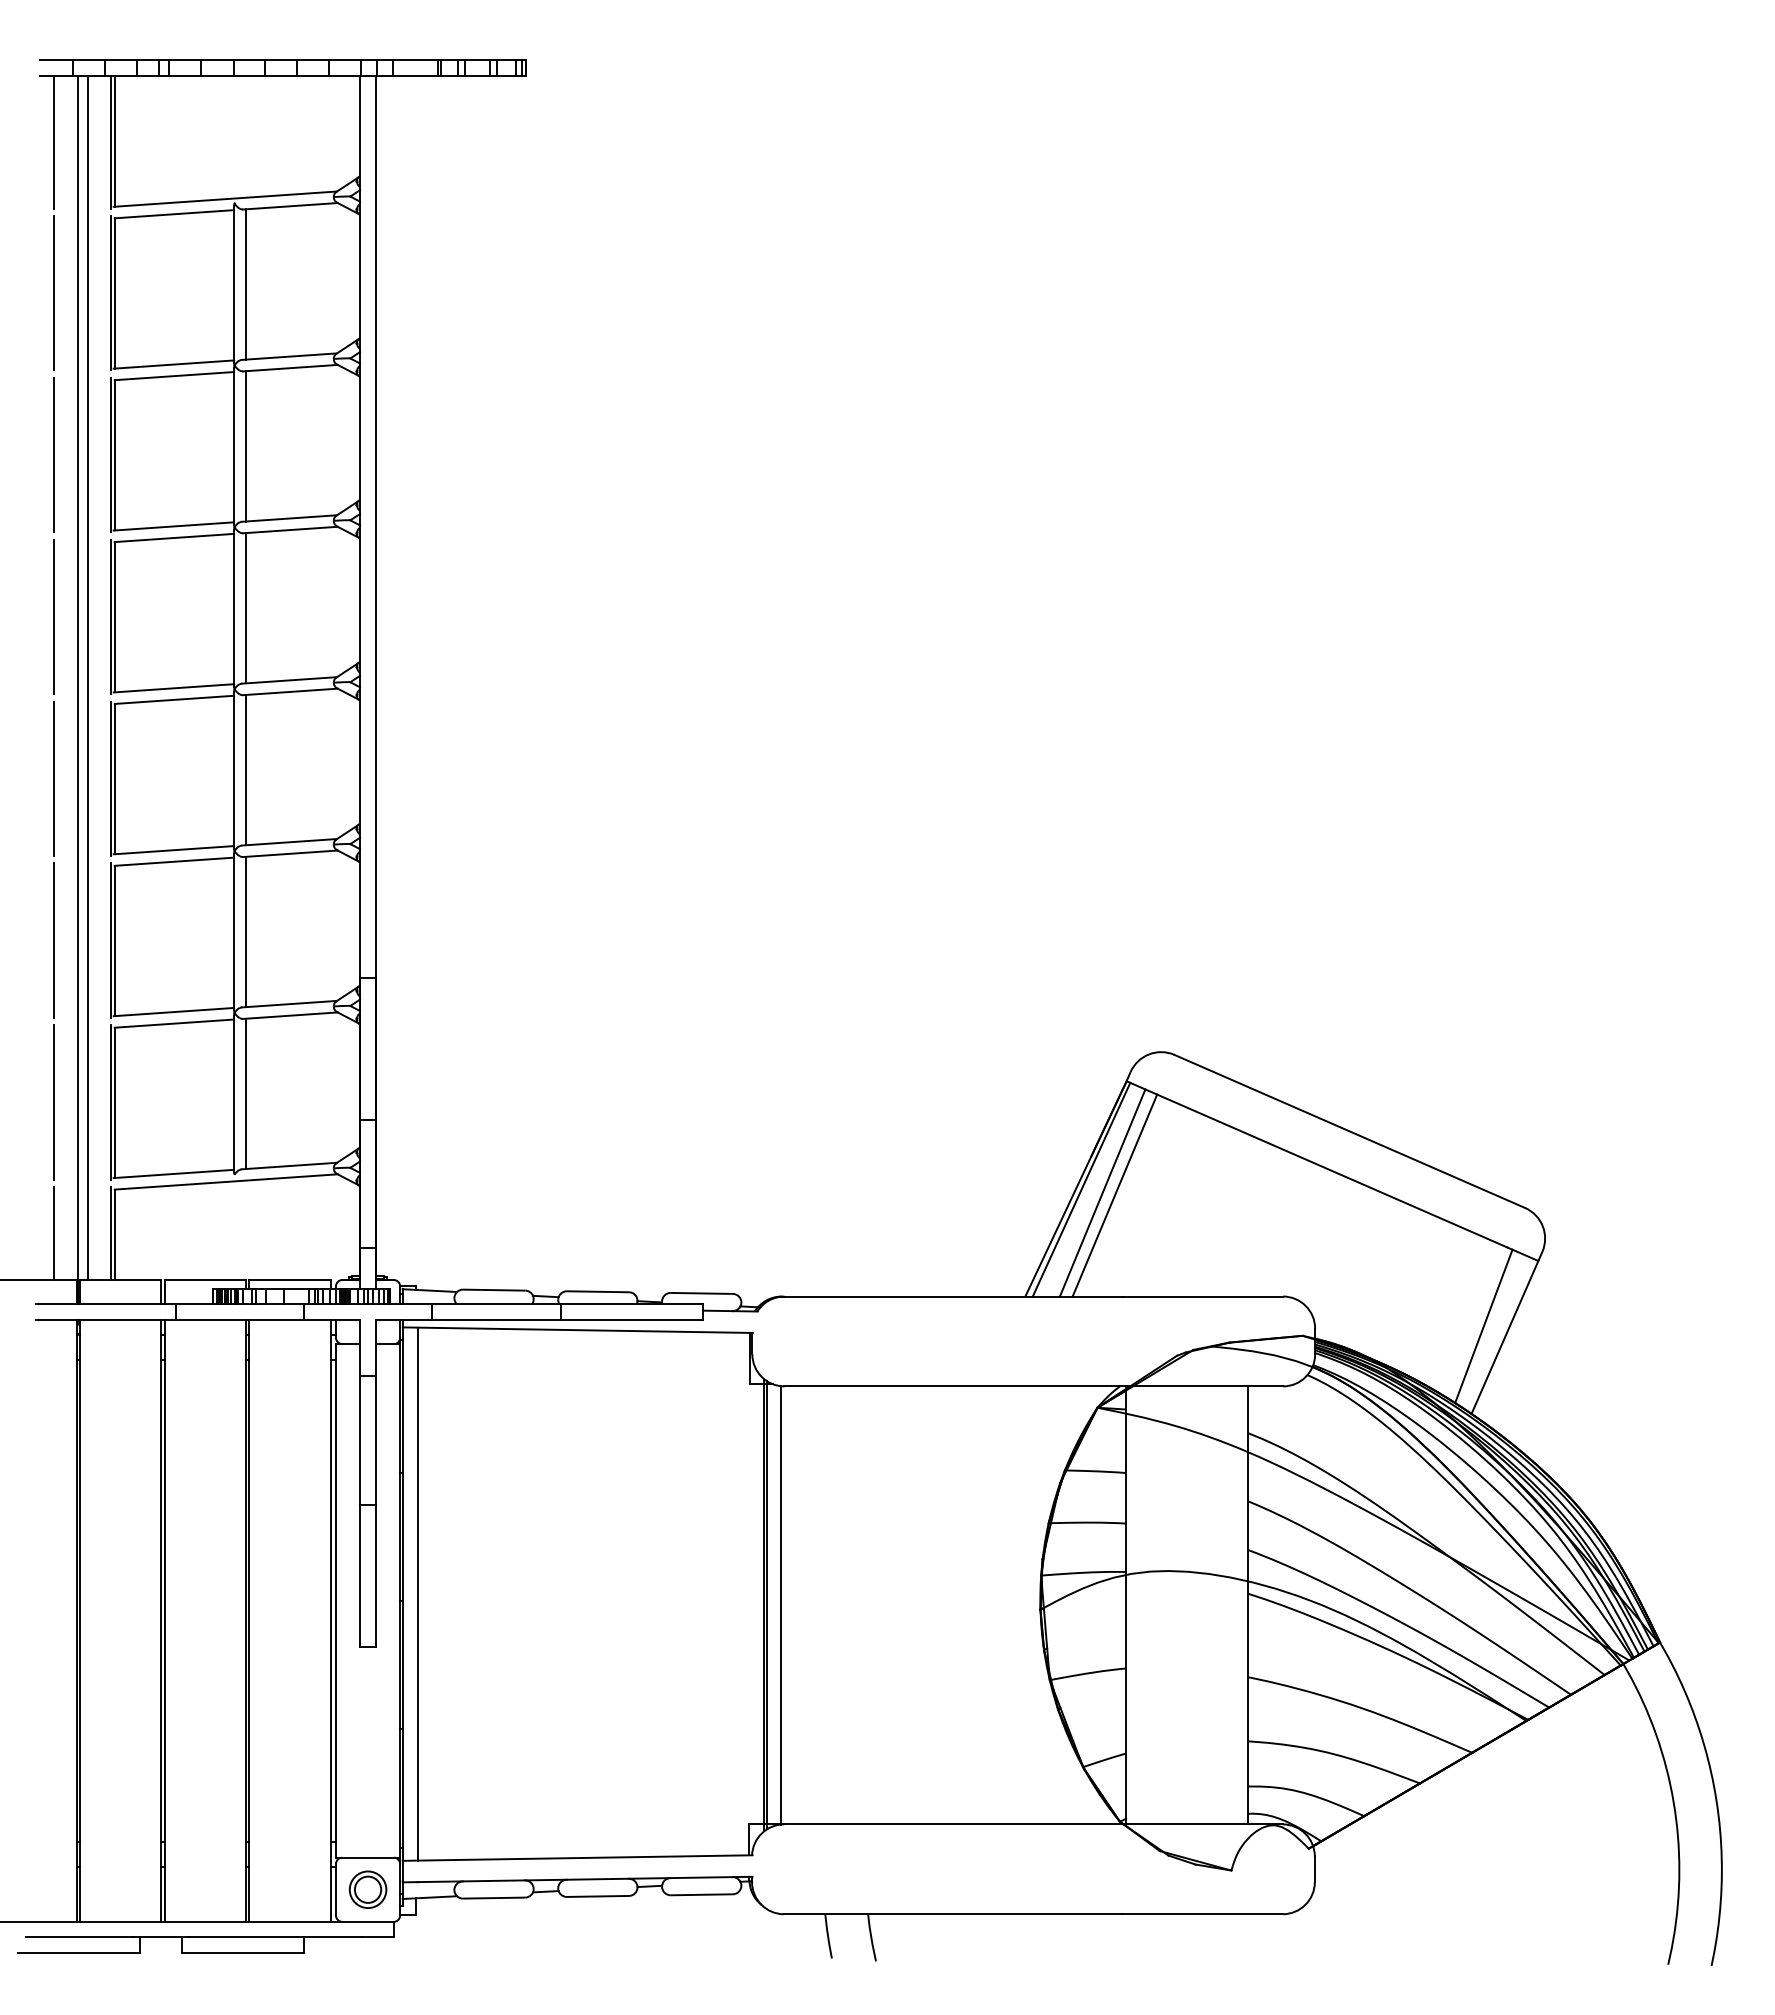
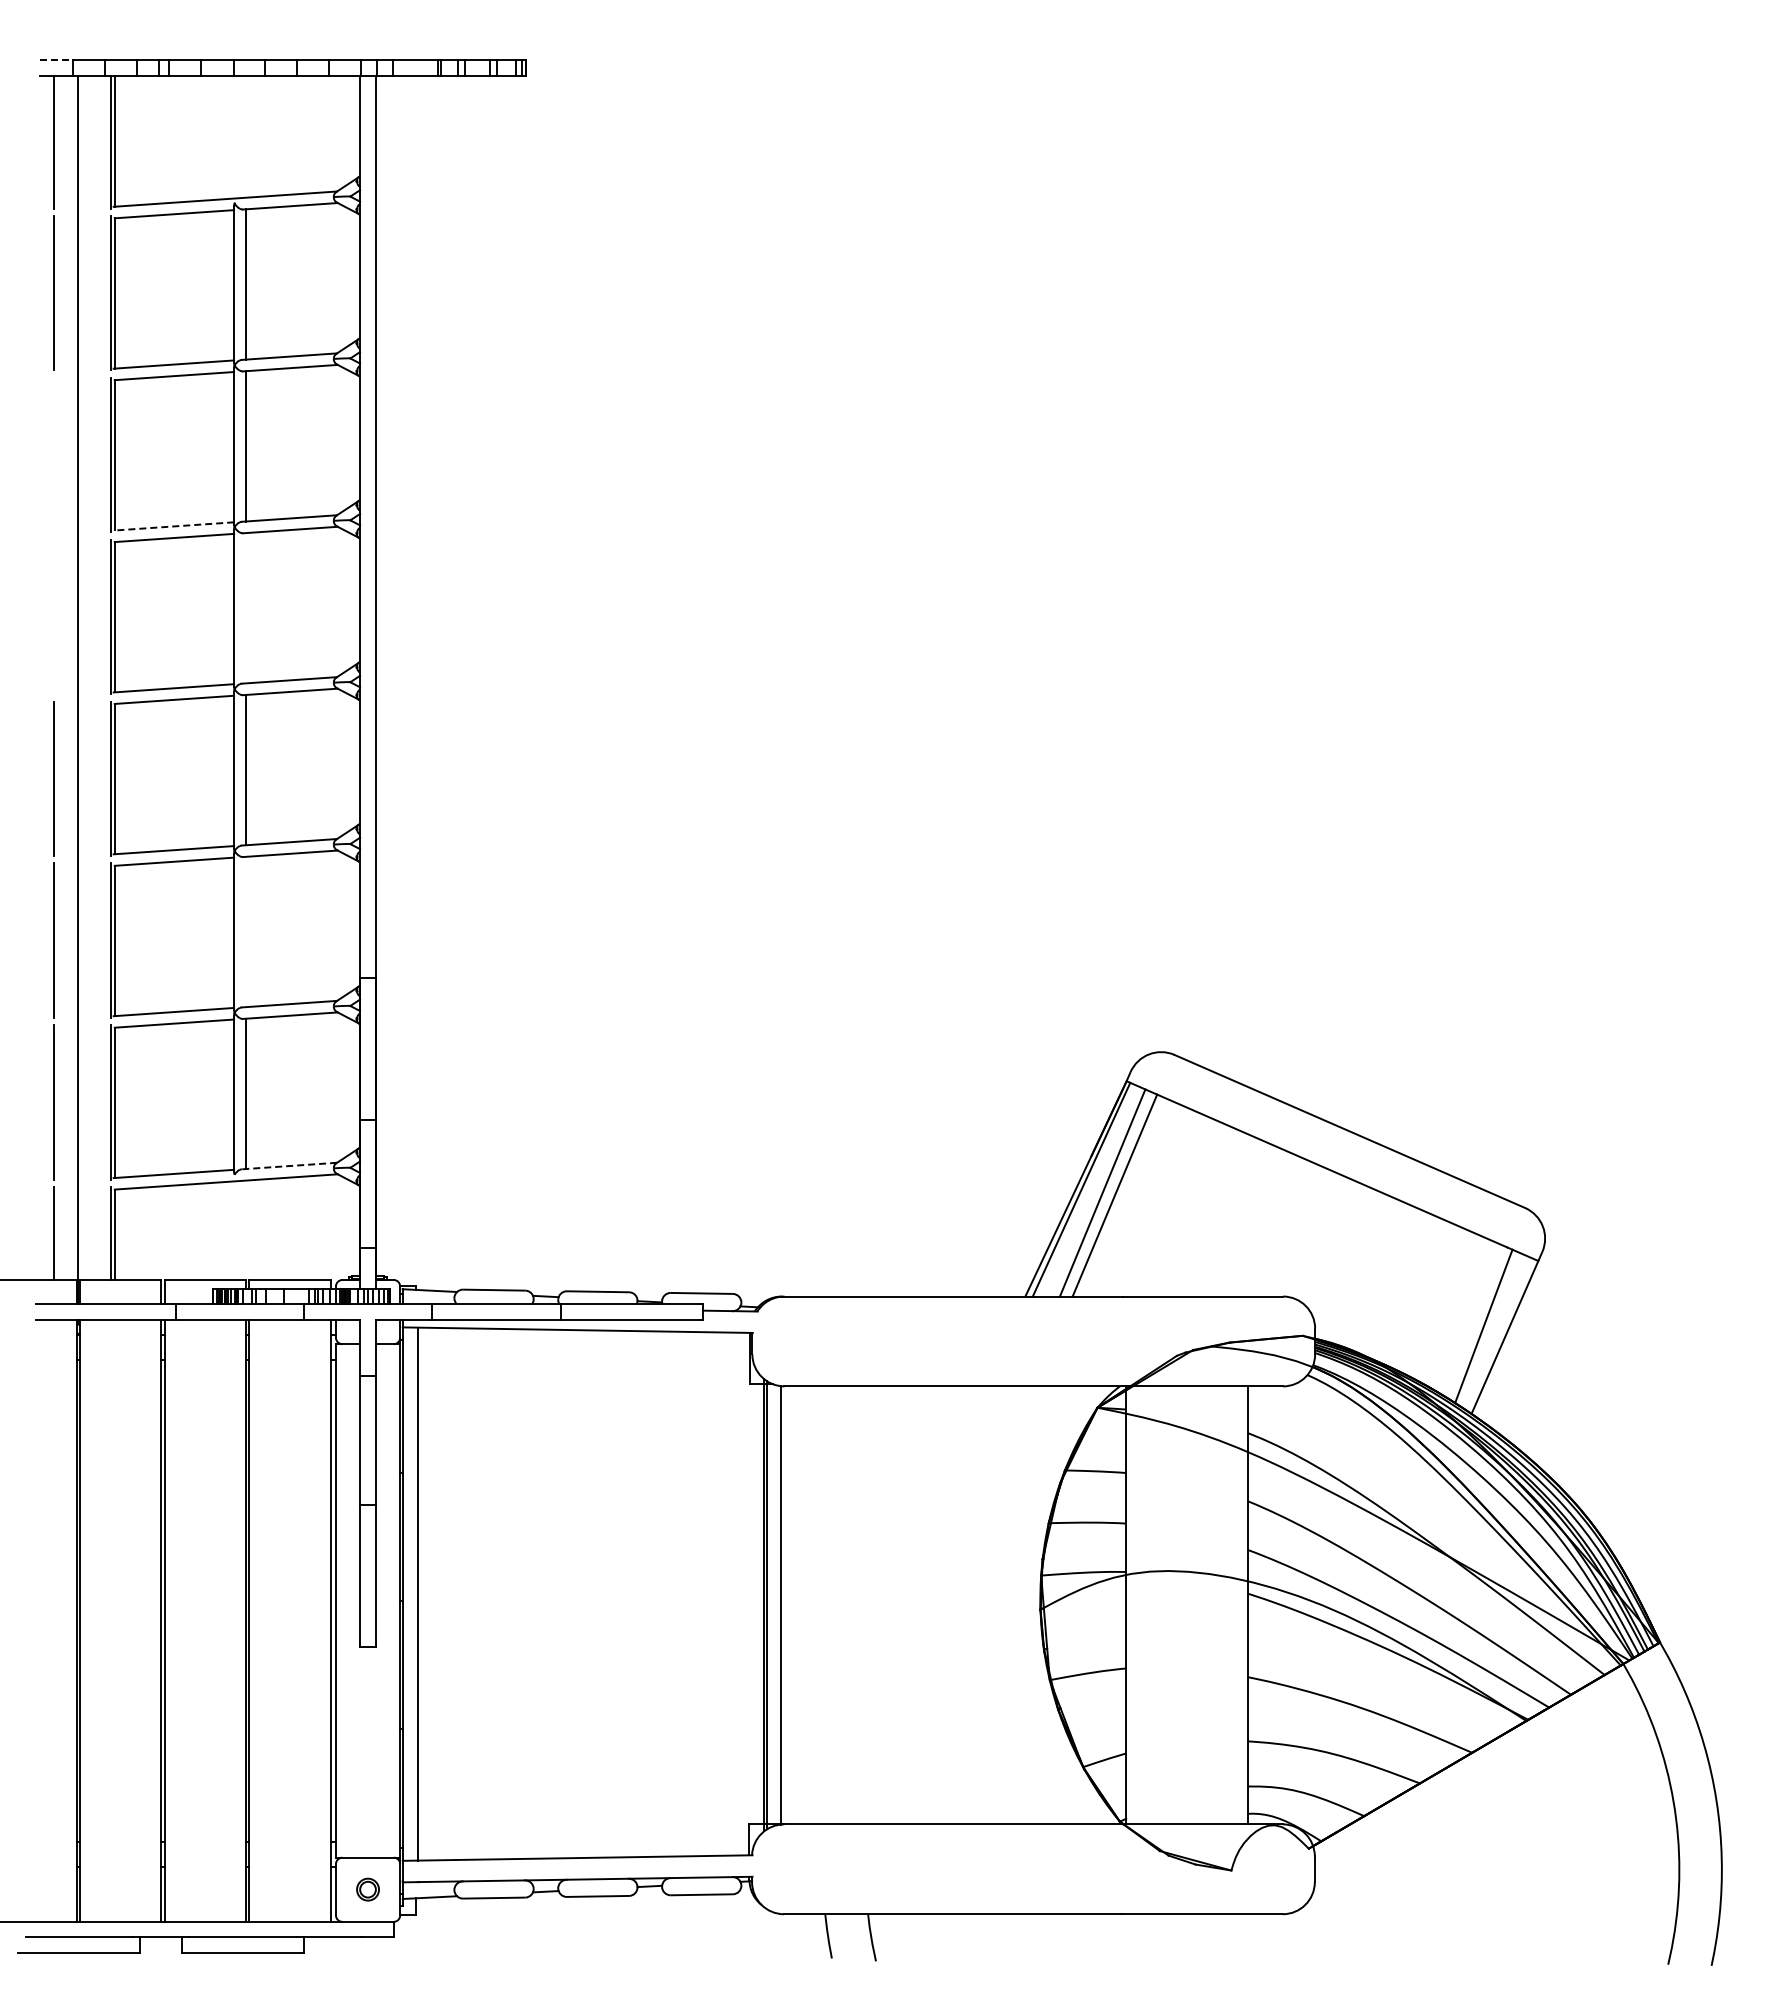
line at (56, 60): solid -> dashed
line at (54, 454): present -> none
line at (173, 526): solid -> dashed
line at (245, 608): present -> none
line at (54, 616): present -> none
line at (87, 677): present -> none
line at (245, 931): present -> none
line at (289, 1166): solid -> dashed
part at (367, 1889) size: 40x39 px -> 24x25 px
